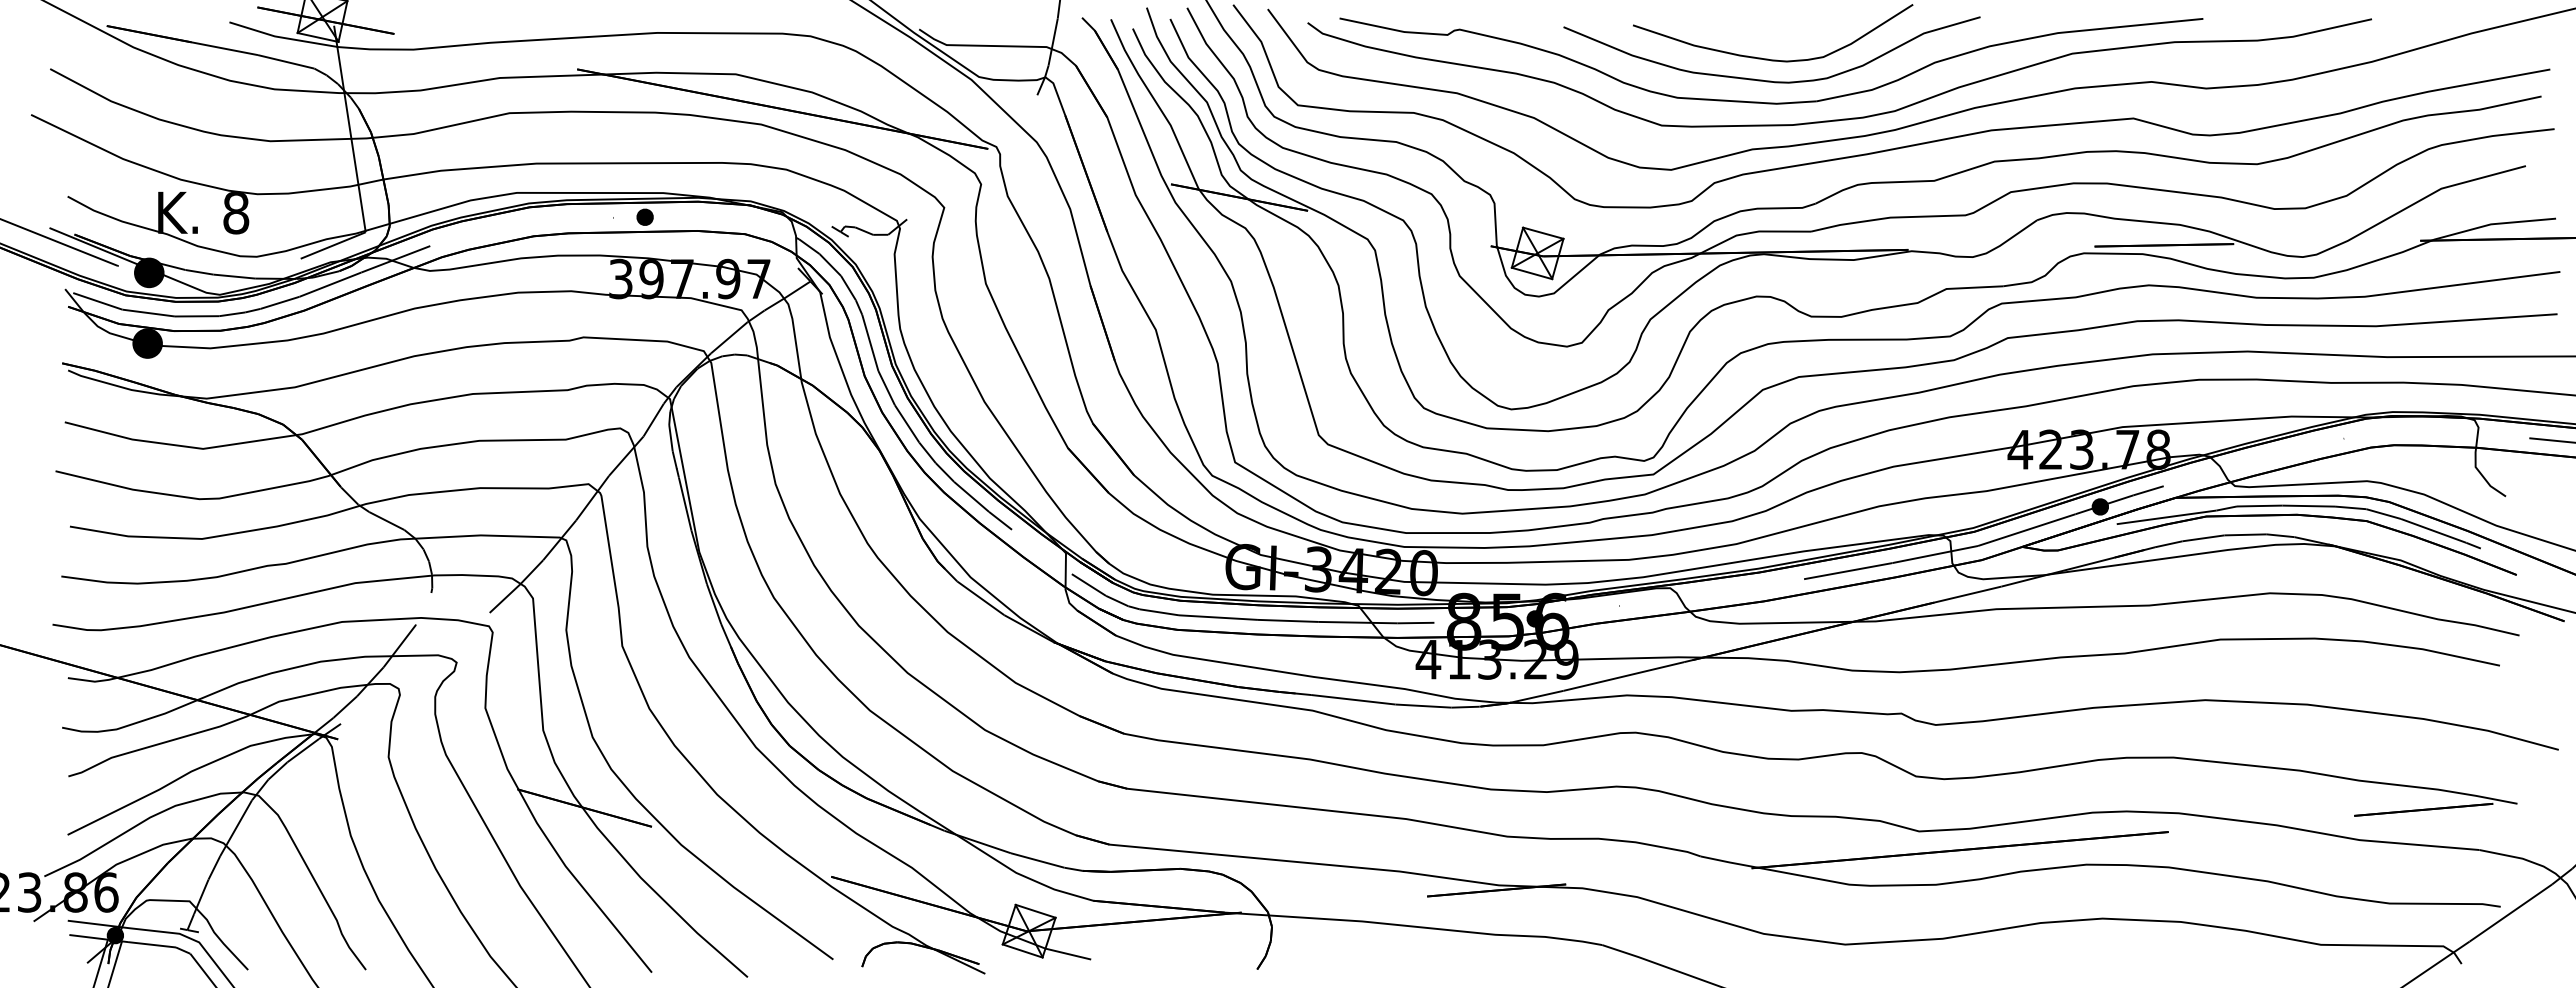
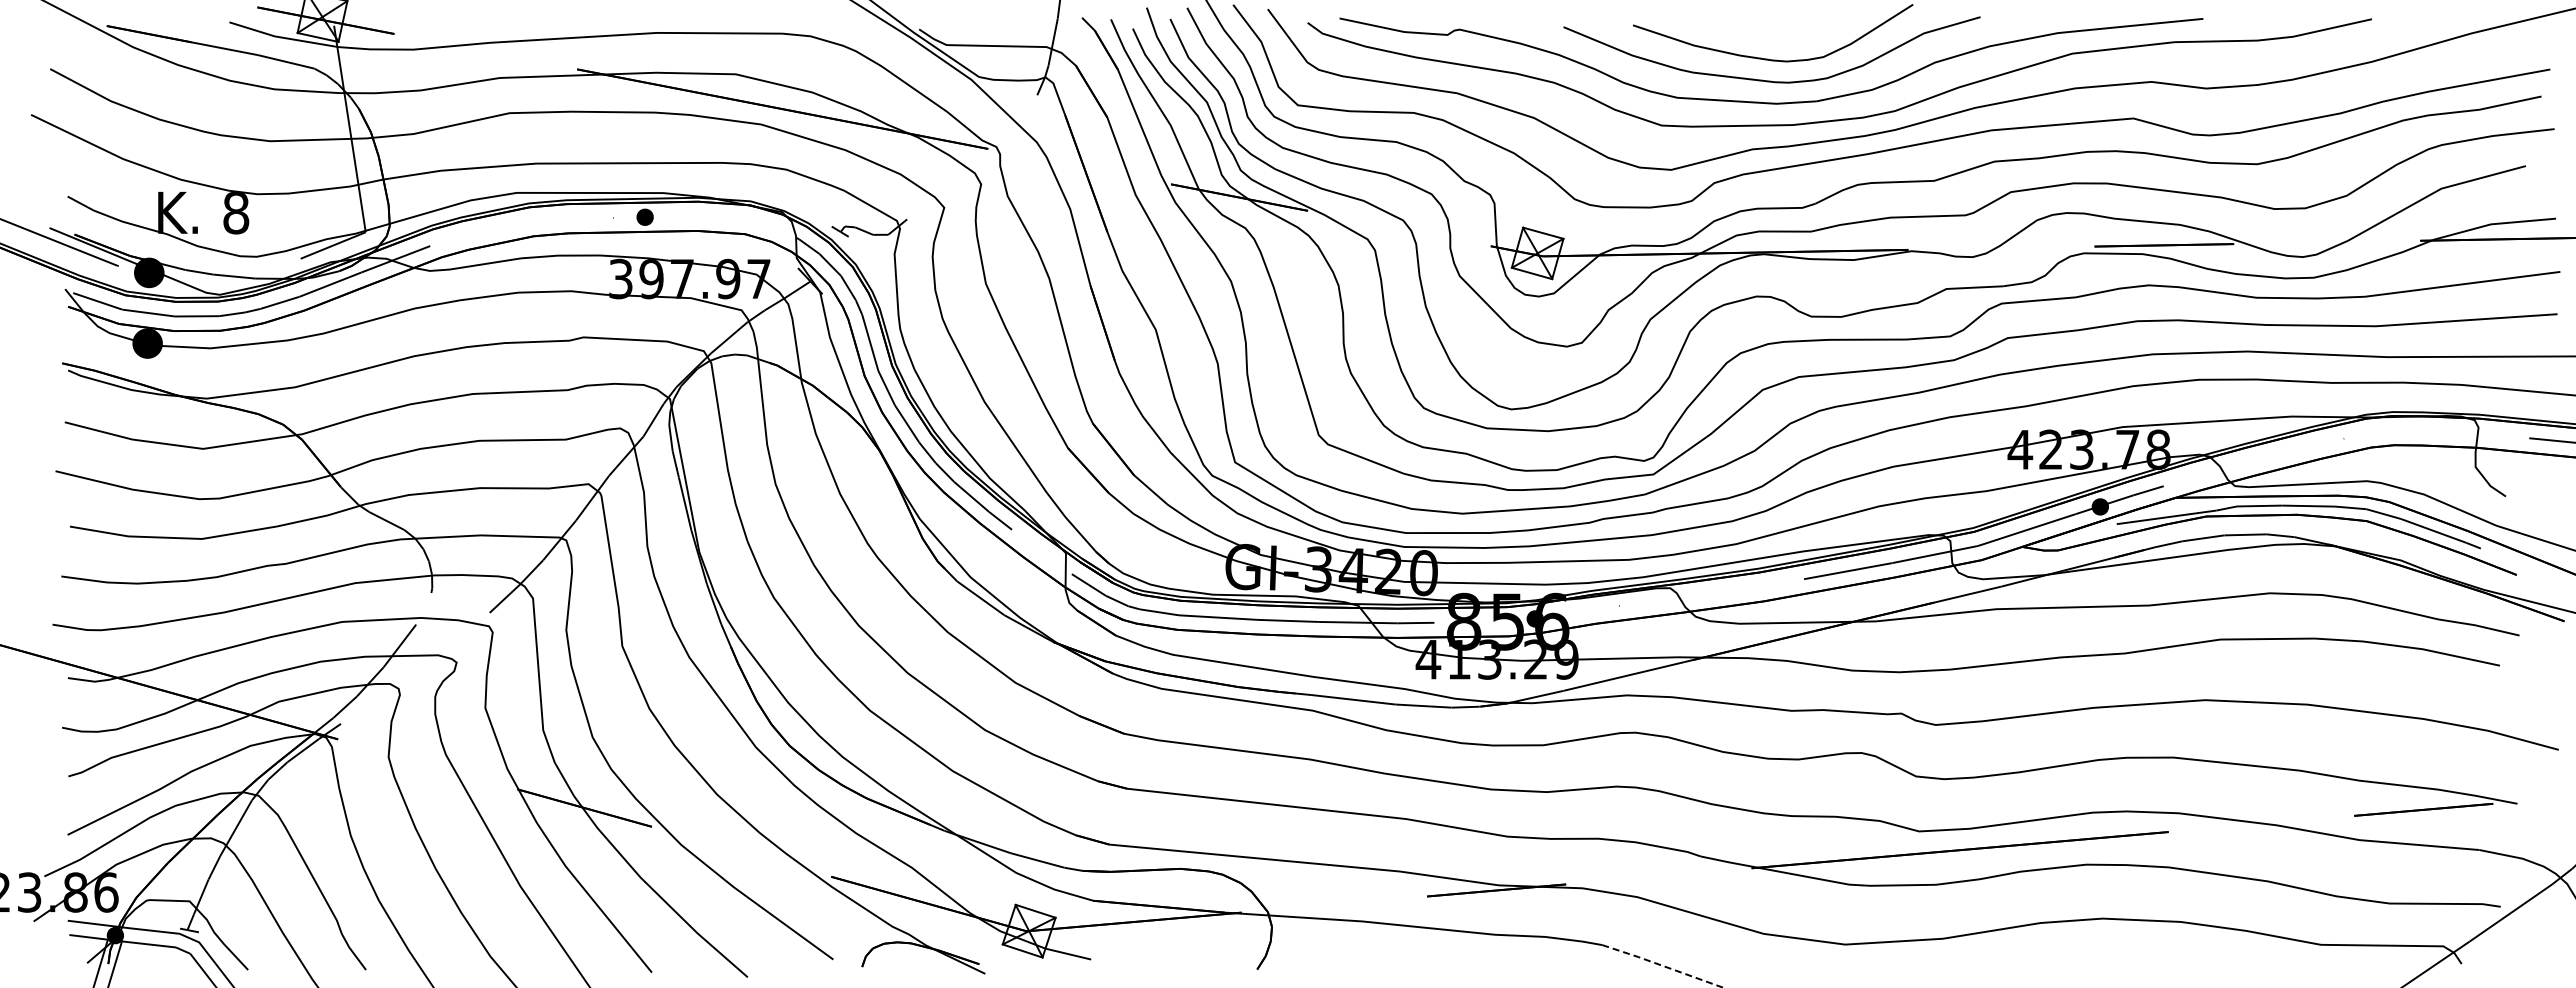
line at (1662, 965): solid -> dashed
